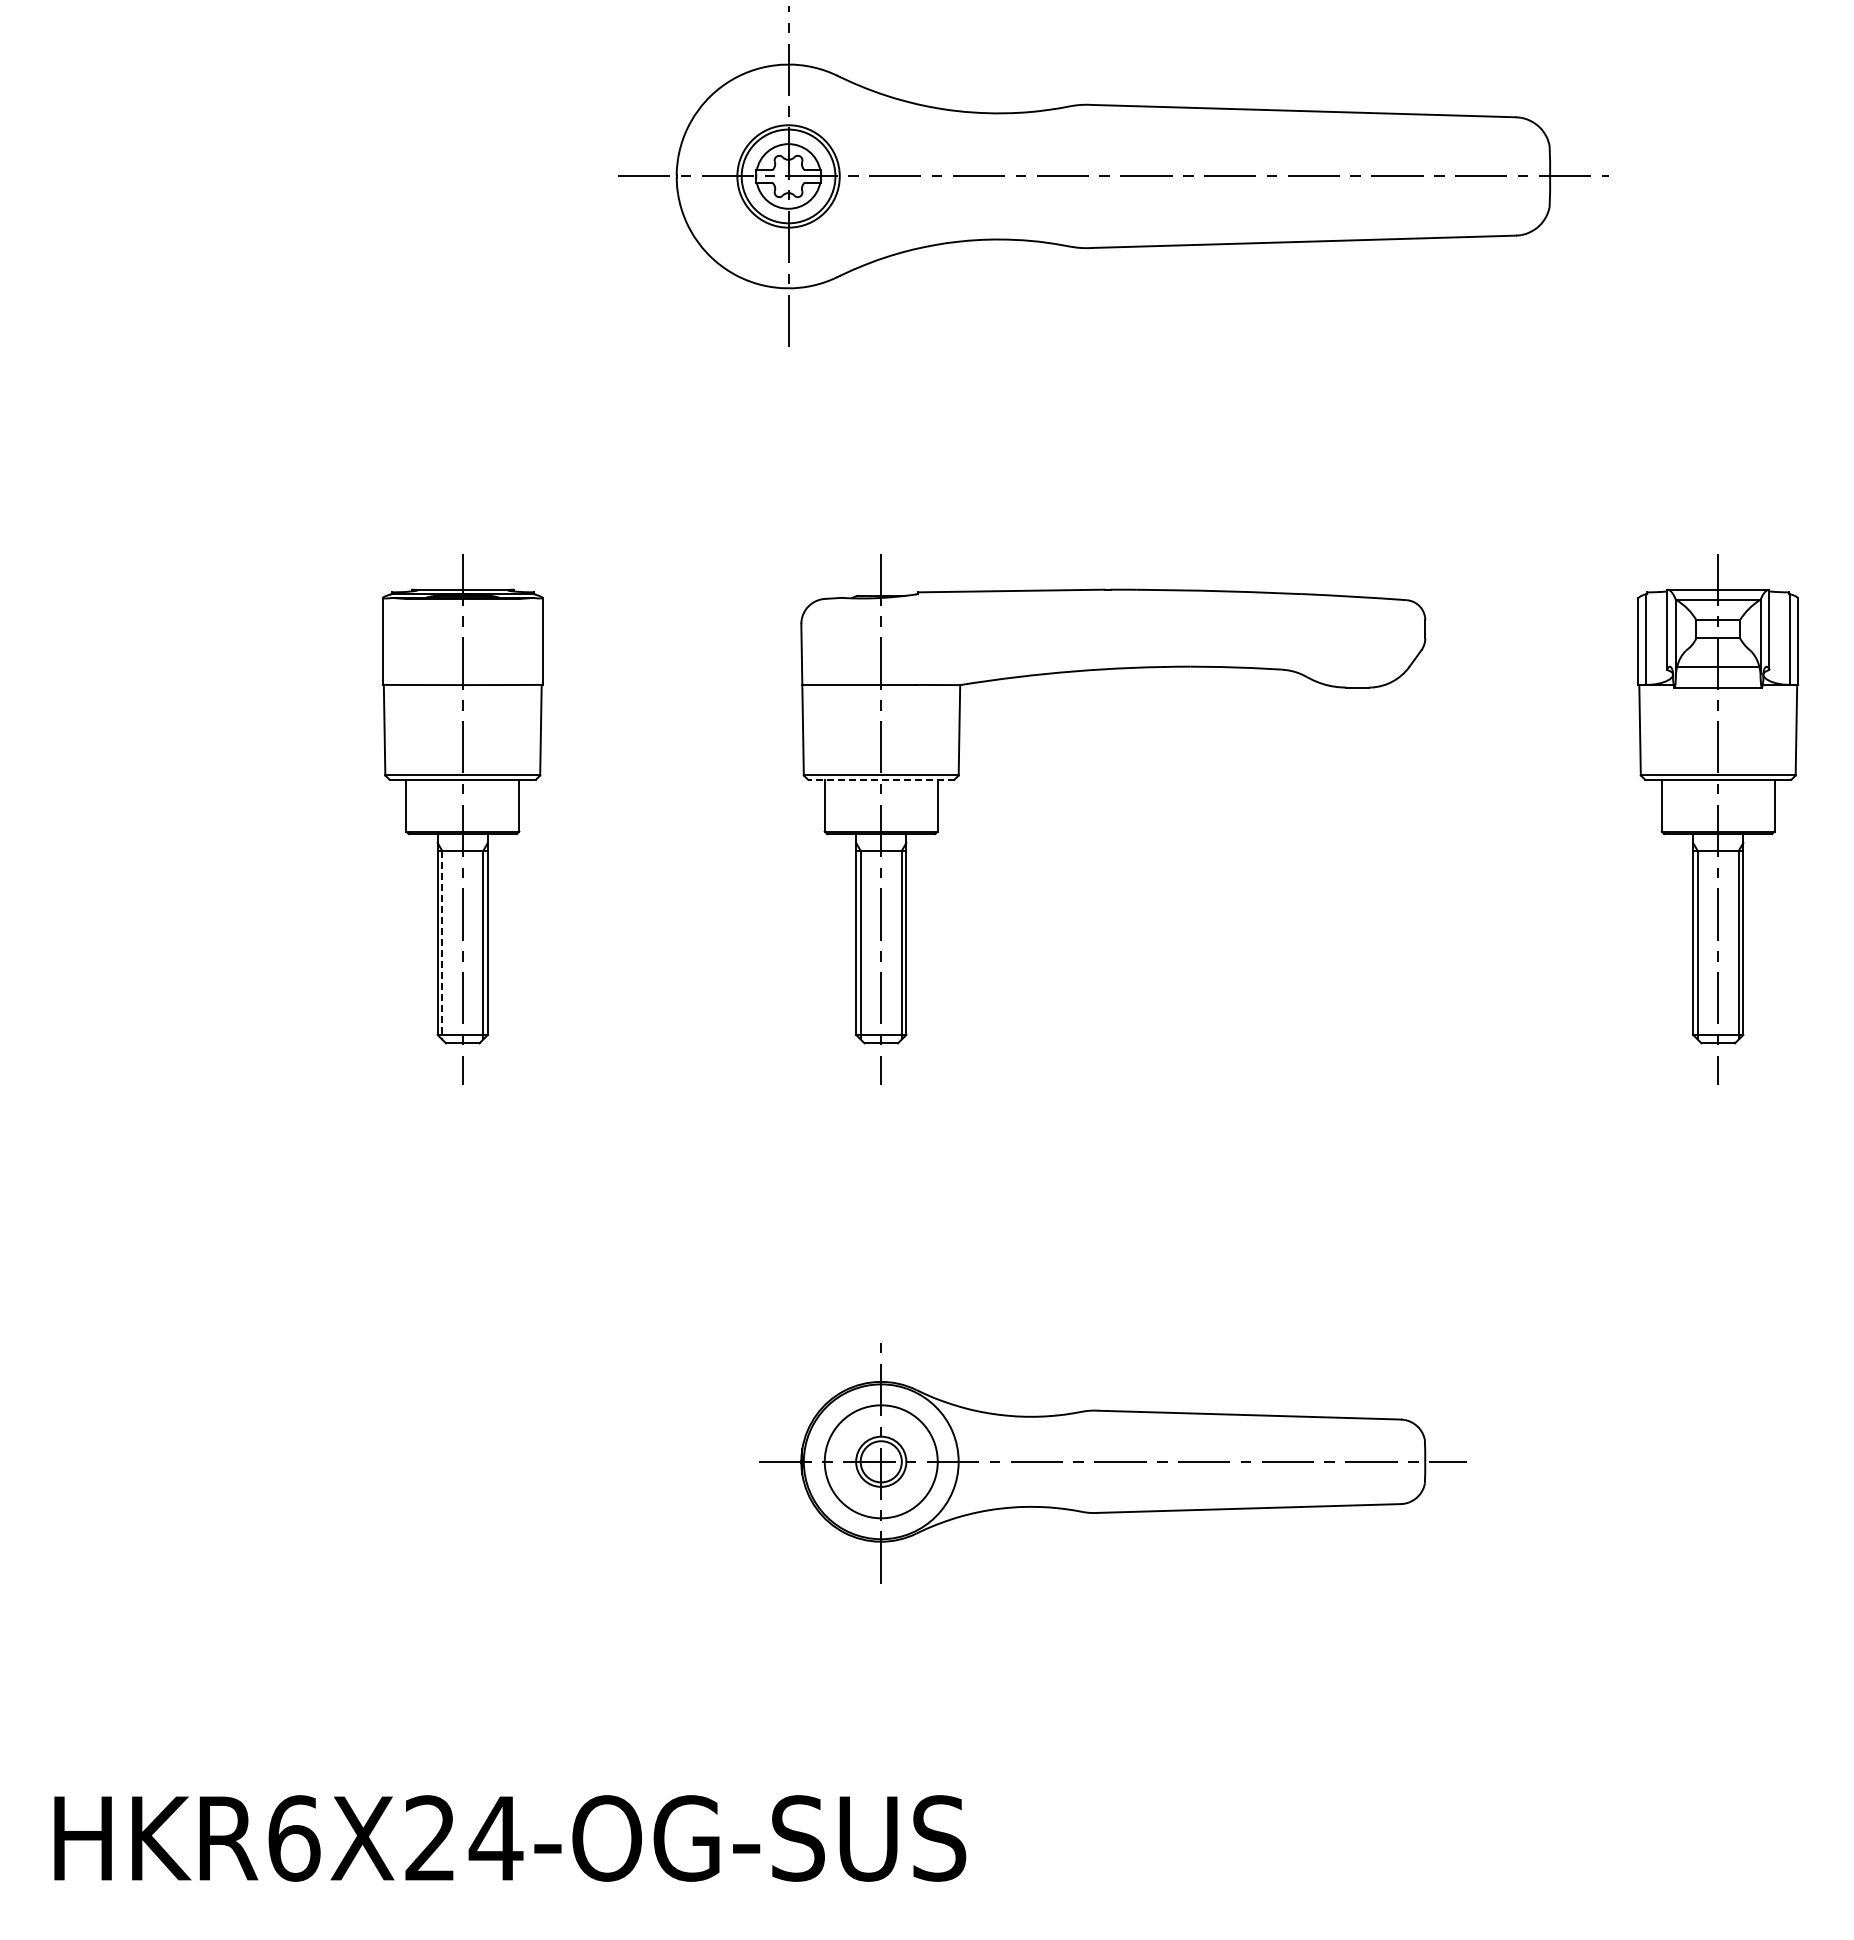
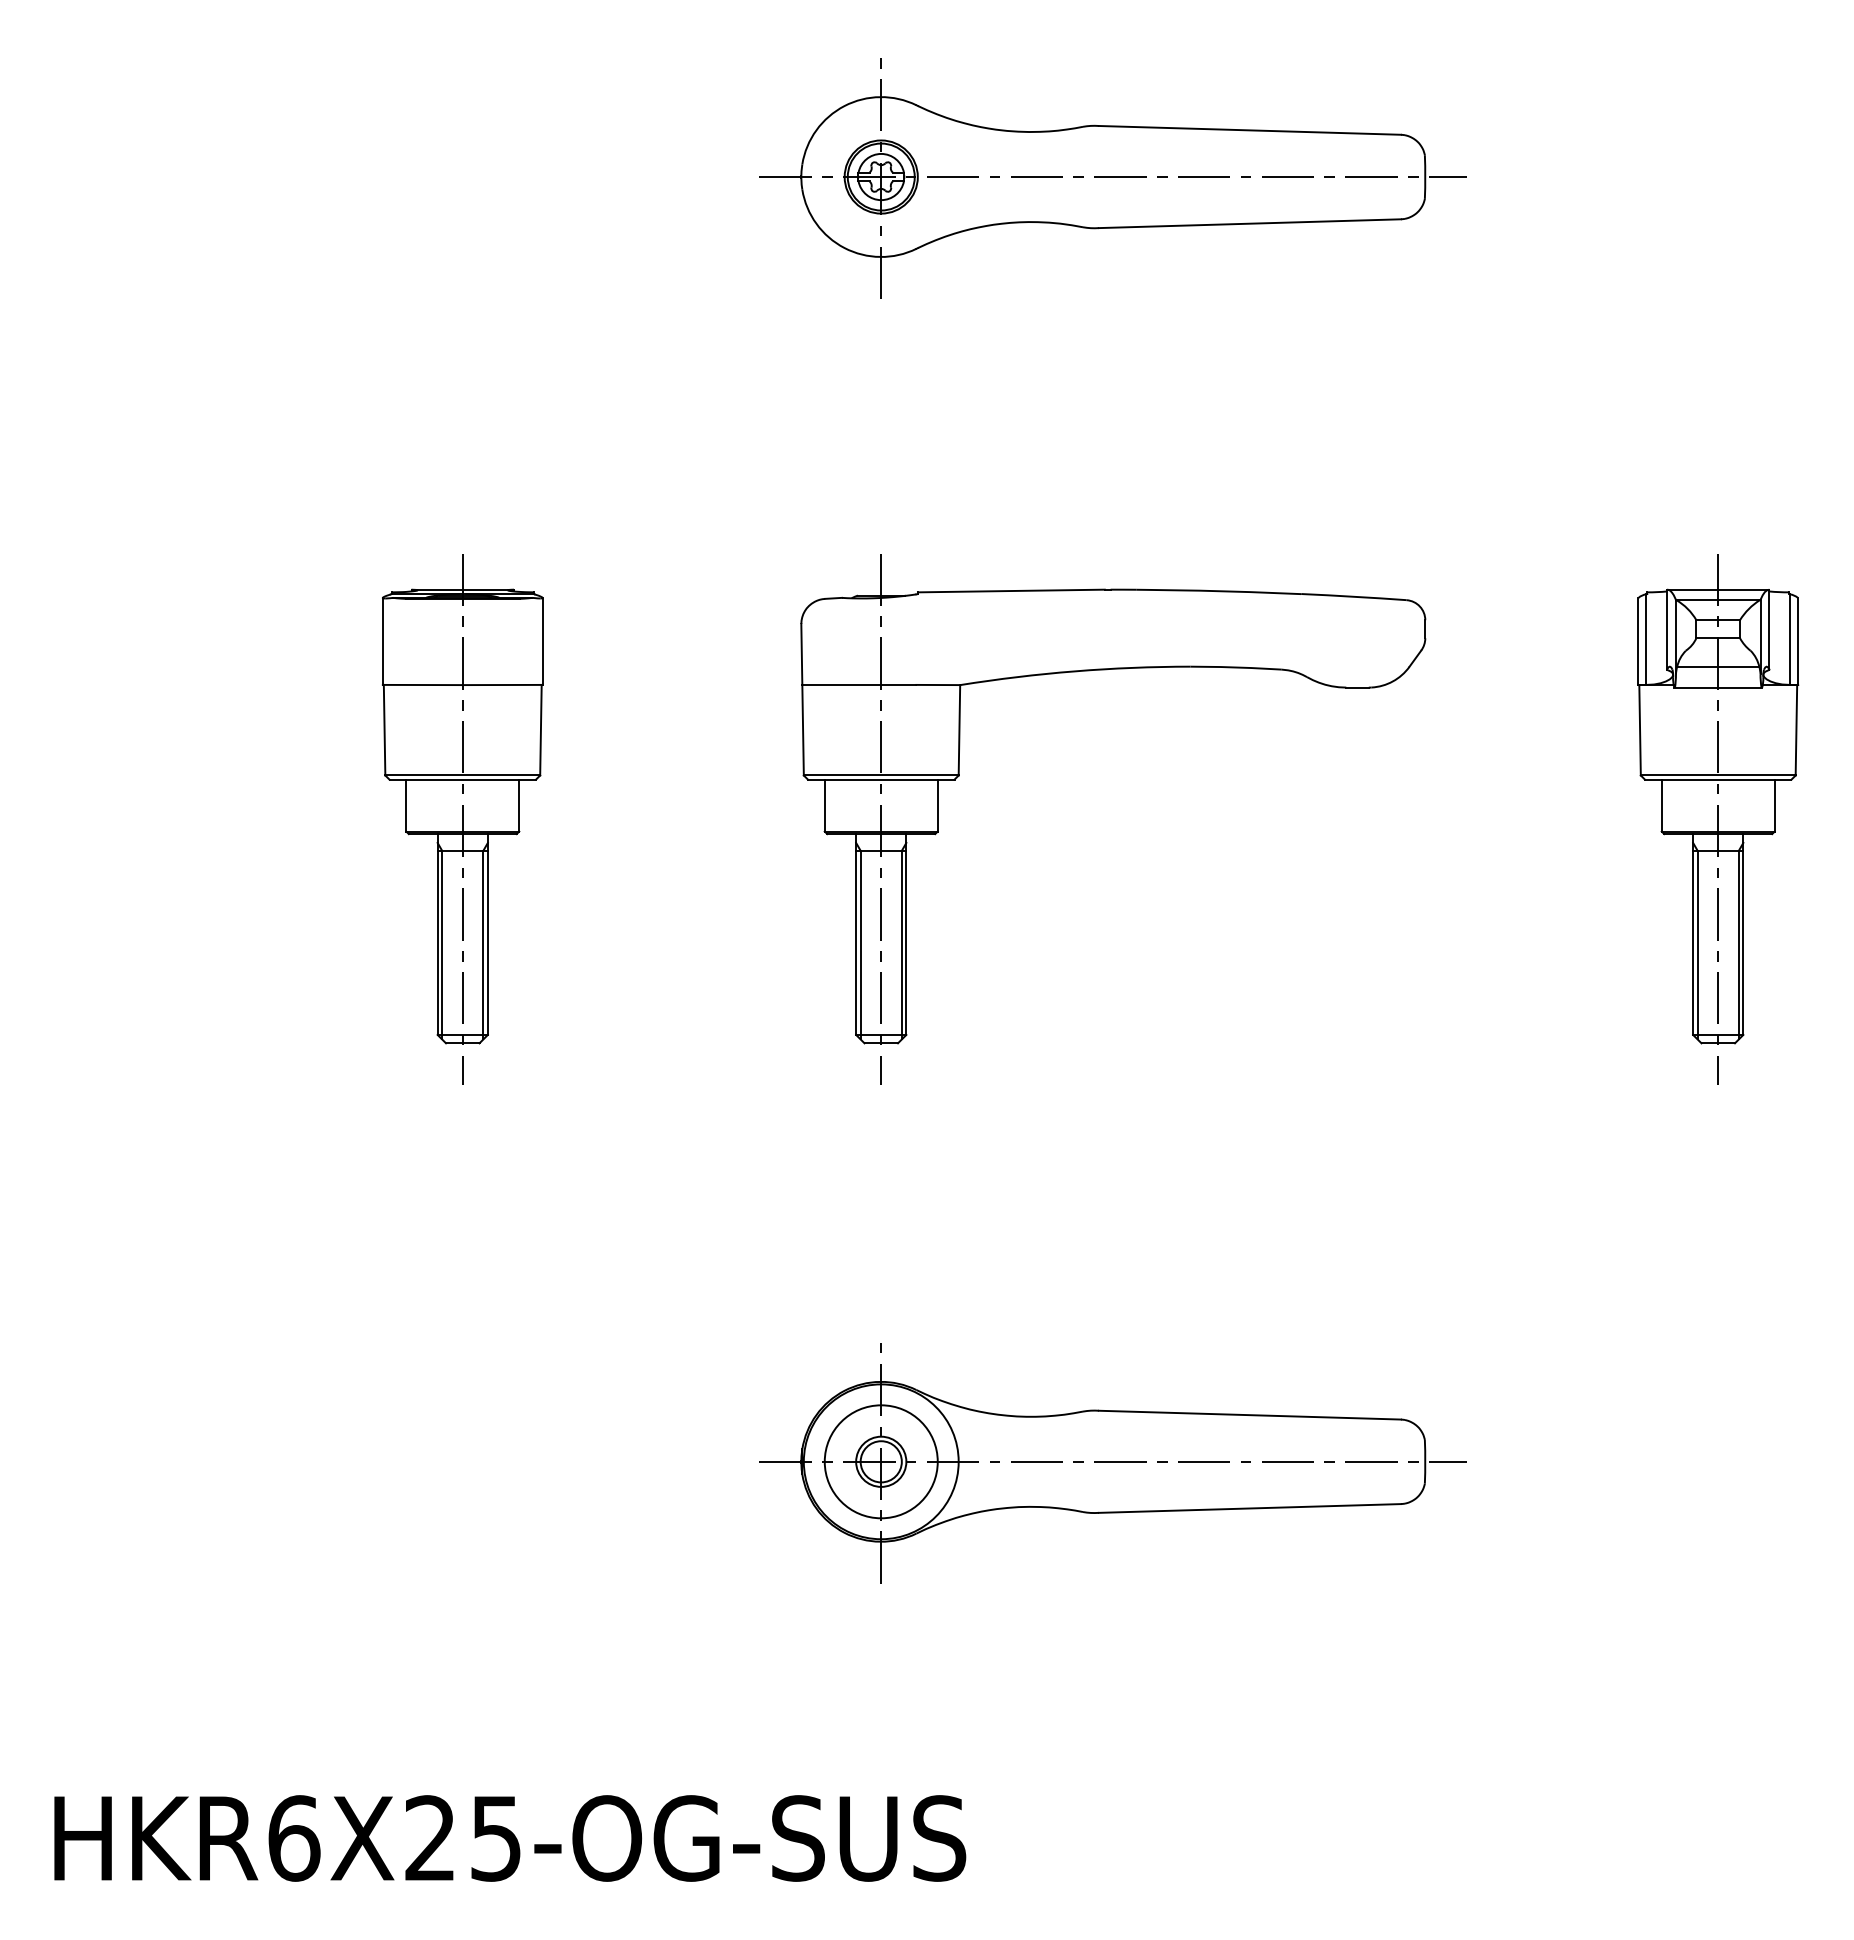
part at (1113, 176) size: 991x341 px -> 708x241 px
line at (880, 779): dashed -> solid
line at (442, 945): dashed -> solid
text at (495, 1838): HKR6X24-OG-SUS -> HKR6X25-OG-SUS
